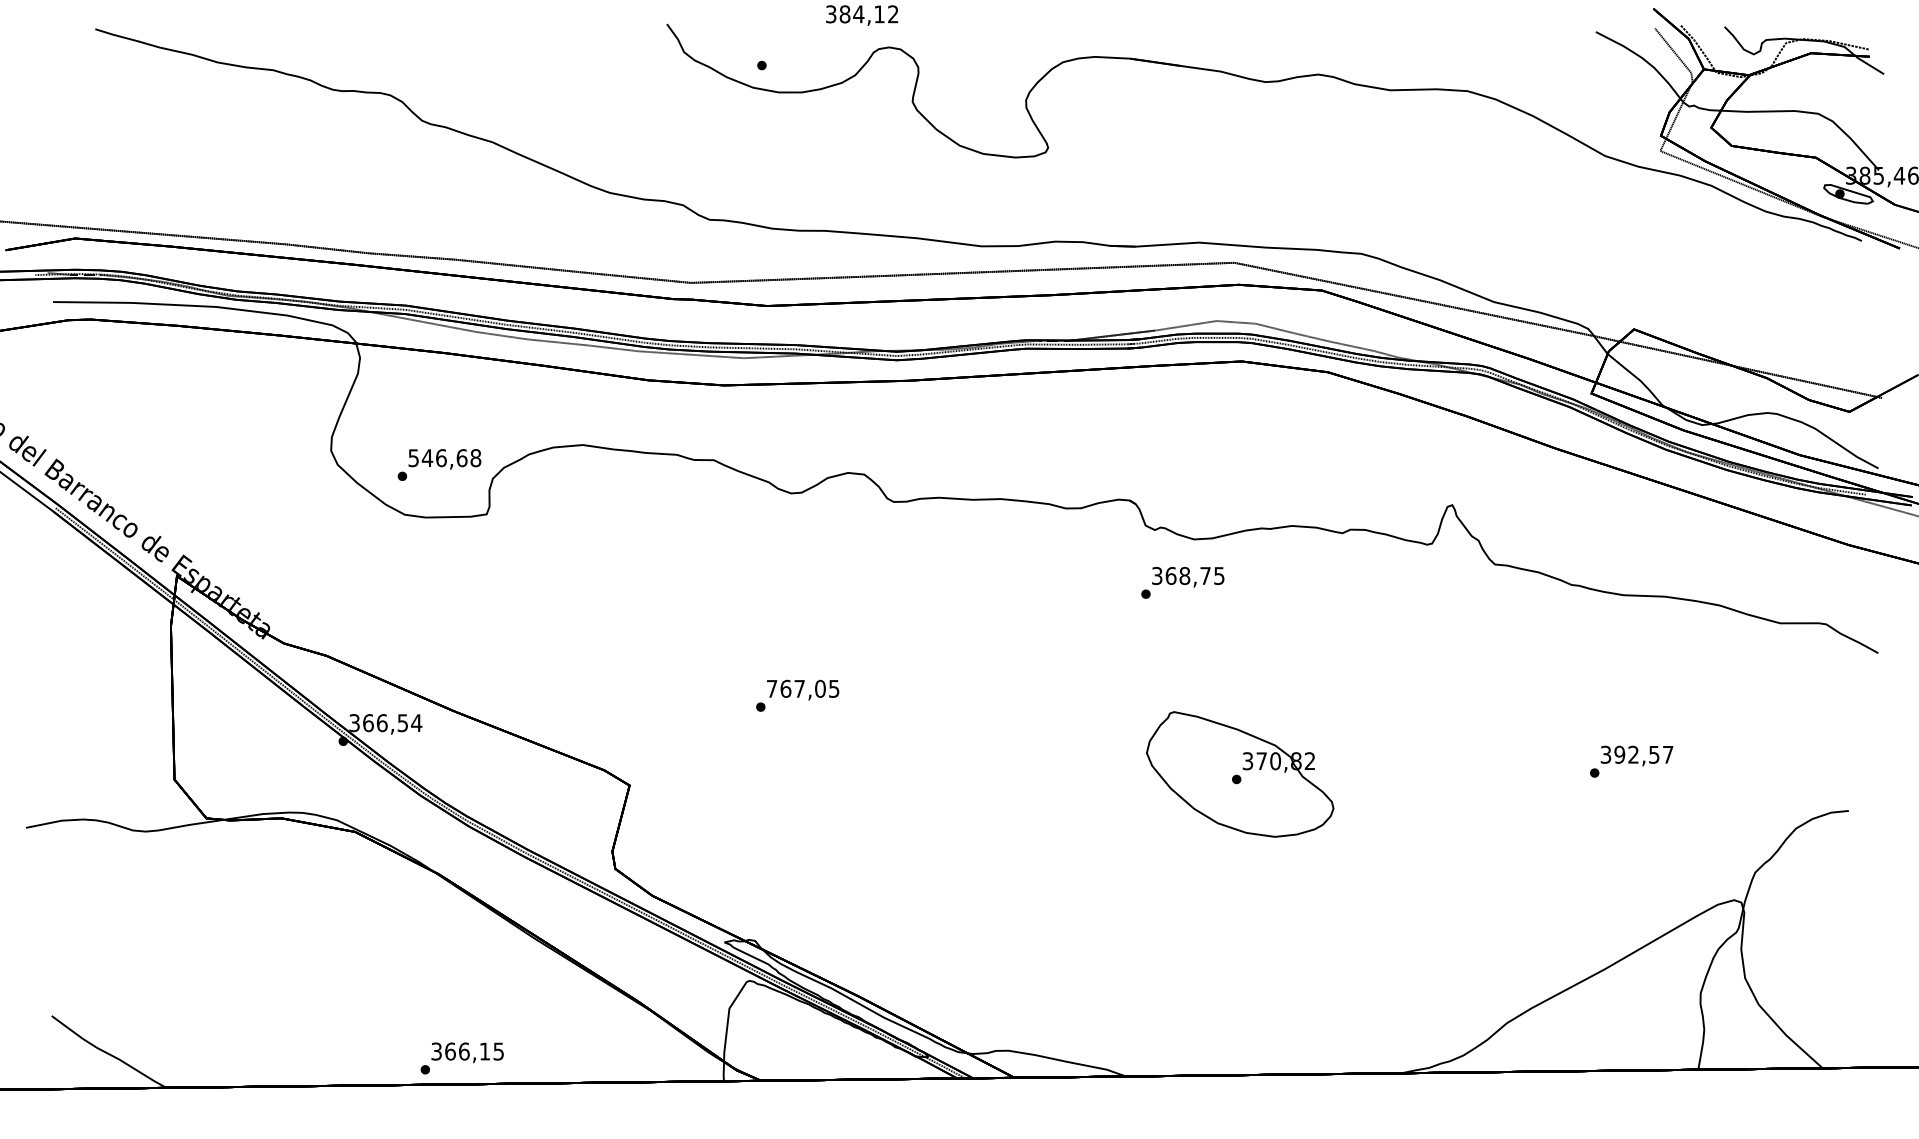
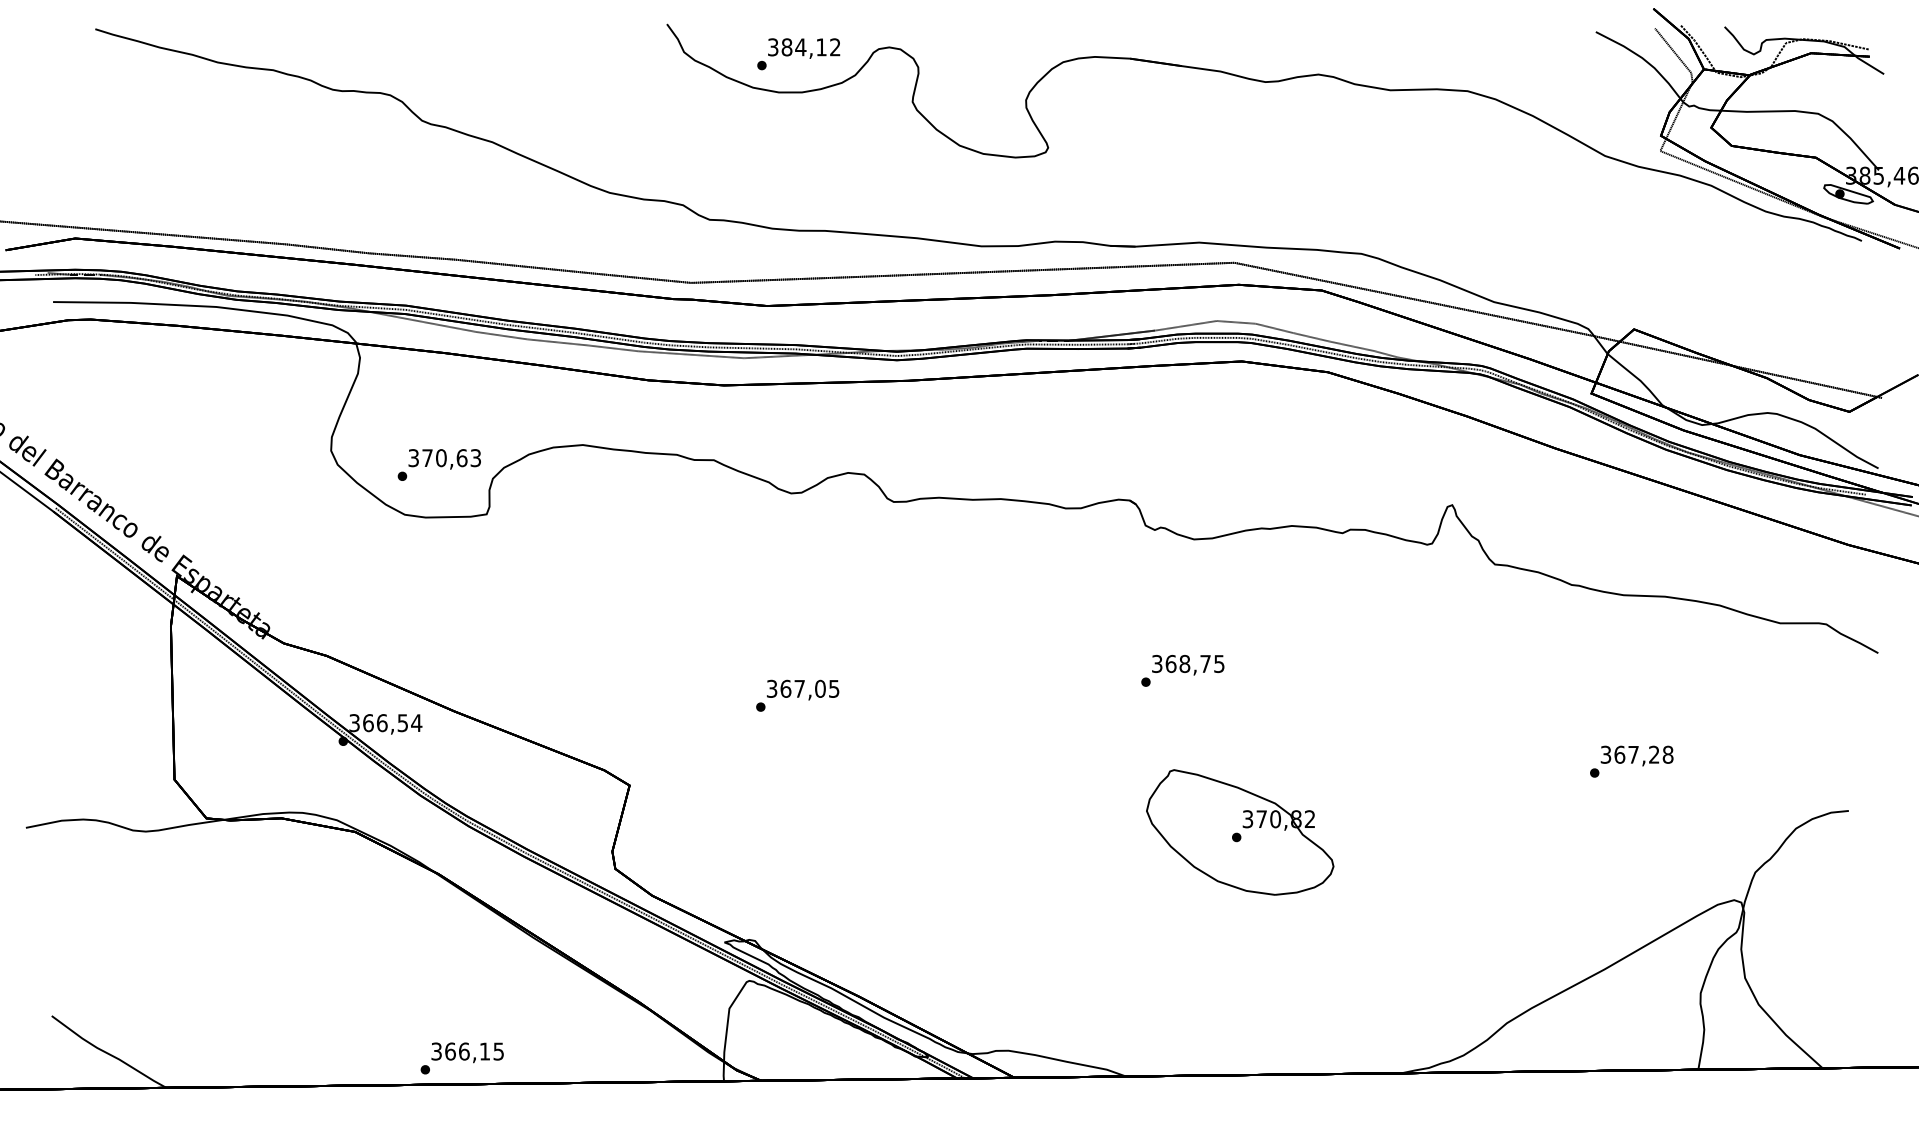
text at (862, 15) position: (862, 15) -> (804, 48)
text at (445, 458): 546,68 -> 370,63
text at (1182, 582) position: (1182, 582) -> (1182, 670)
text at (771, 688): 767,05 -> 367,05
text at (1643, 754): 392,57 -> 367,28
part at (1240, 774) position: (1240, 774) -> (1240, 832)
